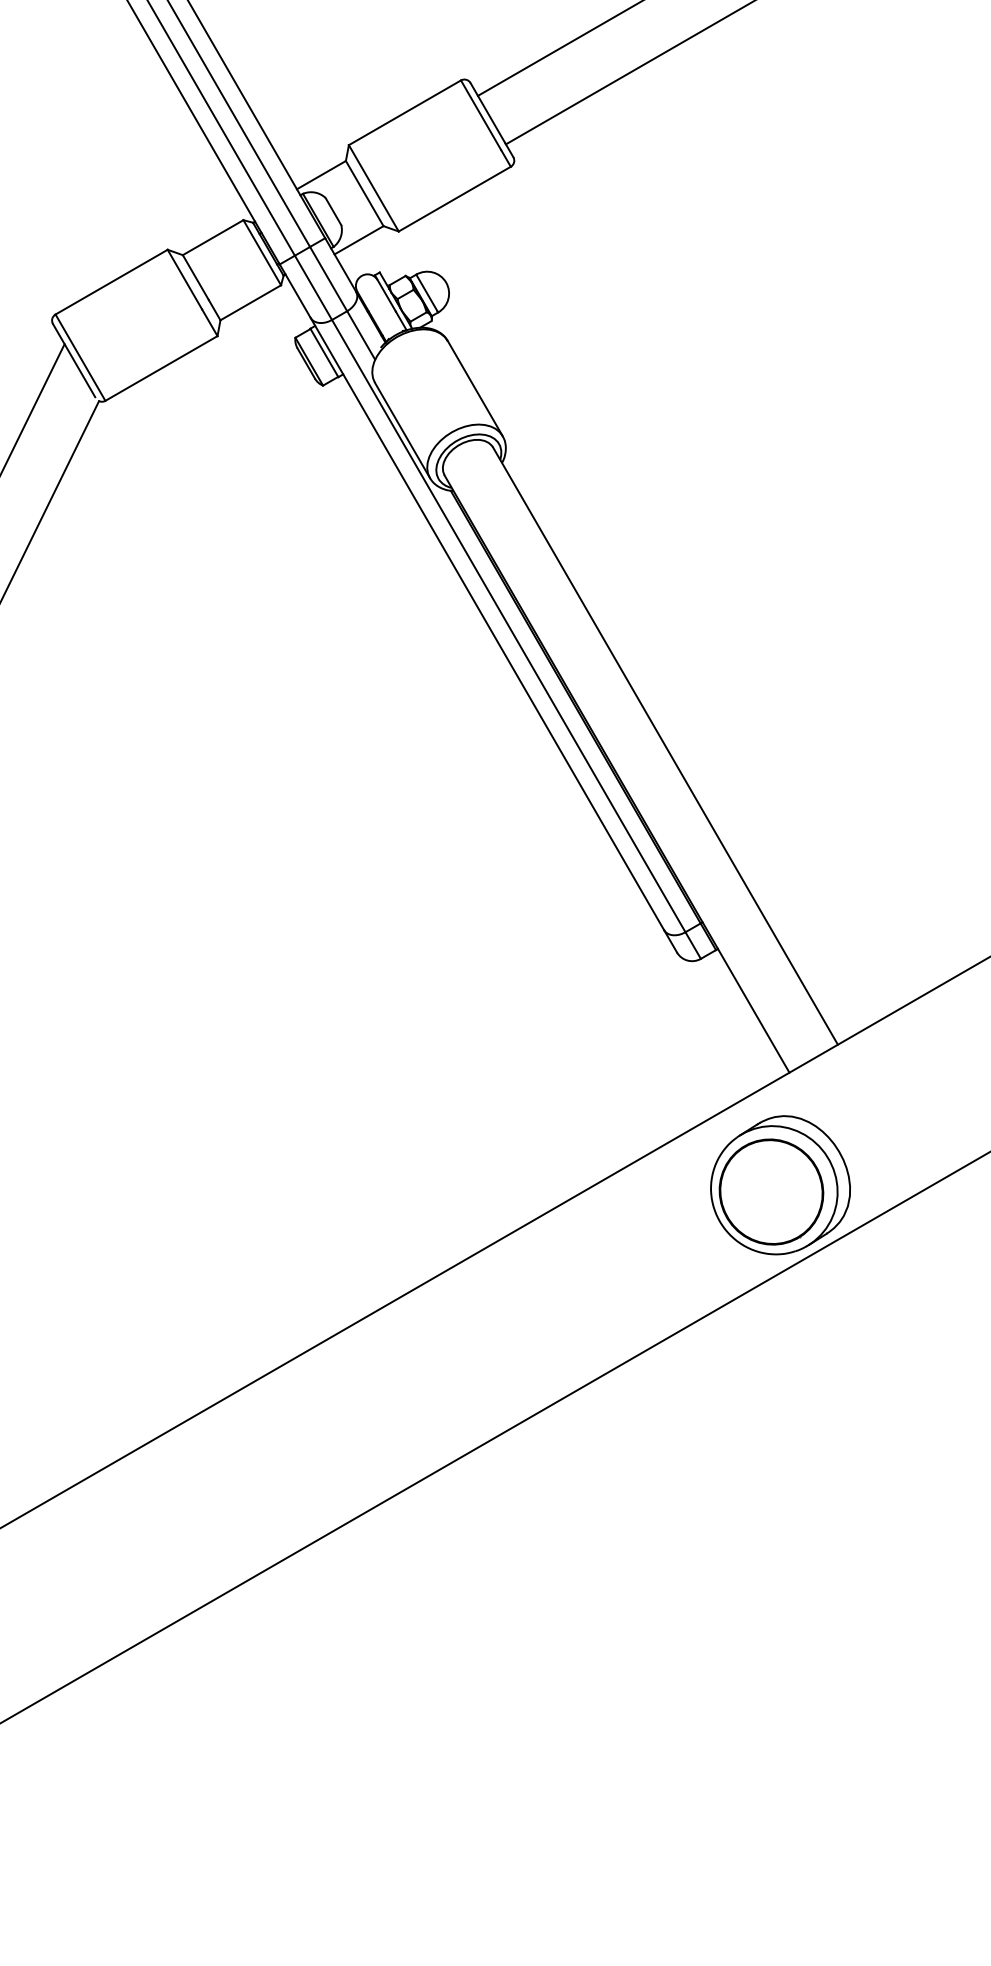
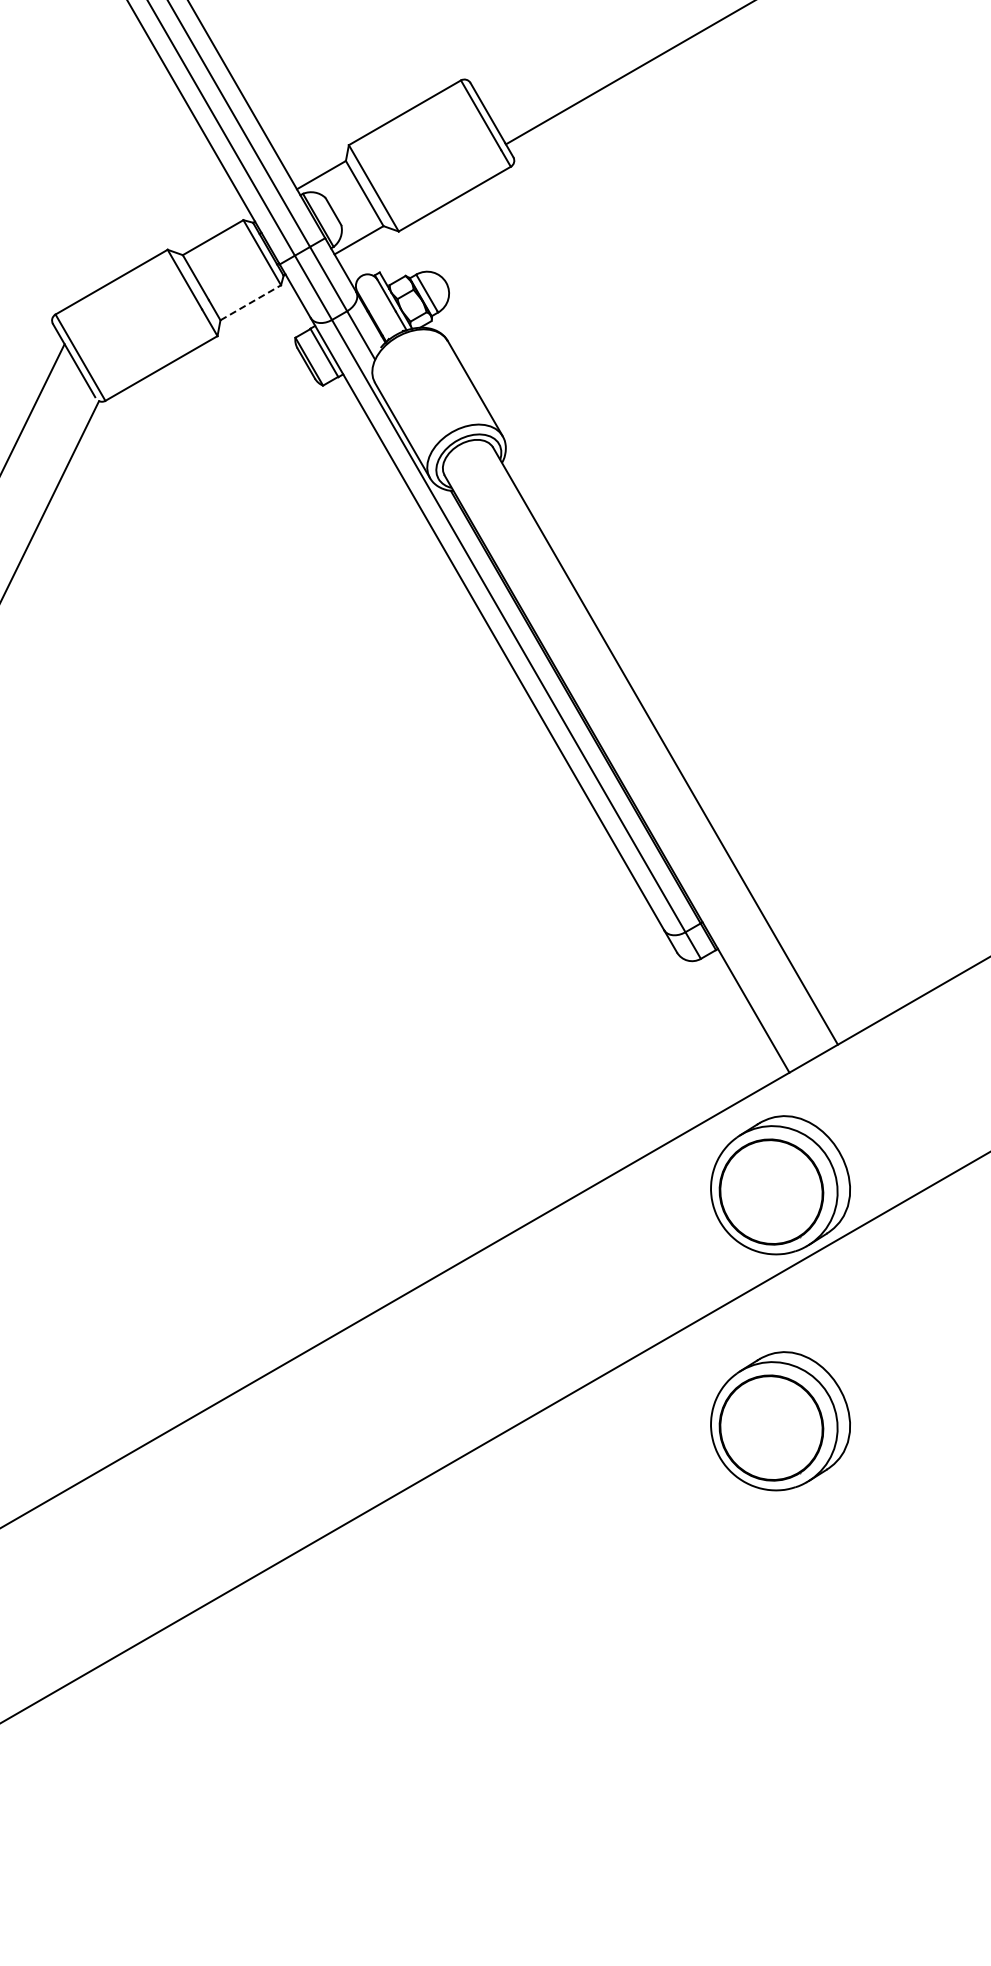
line at (558, 48): present -> none
line at (250, 302): solid -> dashed
part at (780, 1421): none -> present
